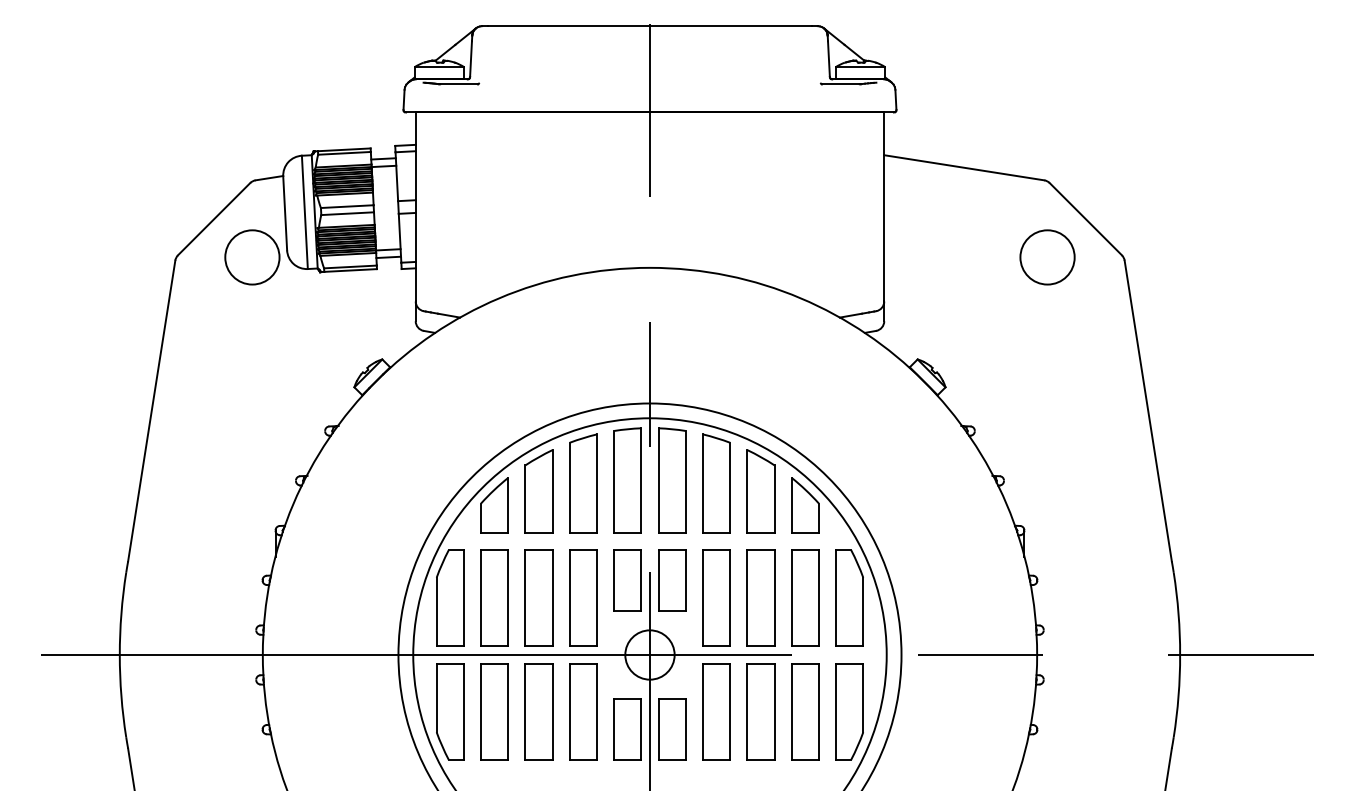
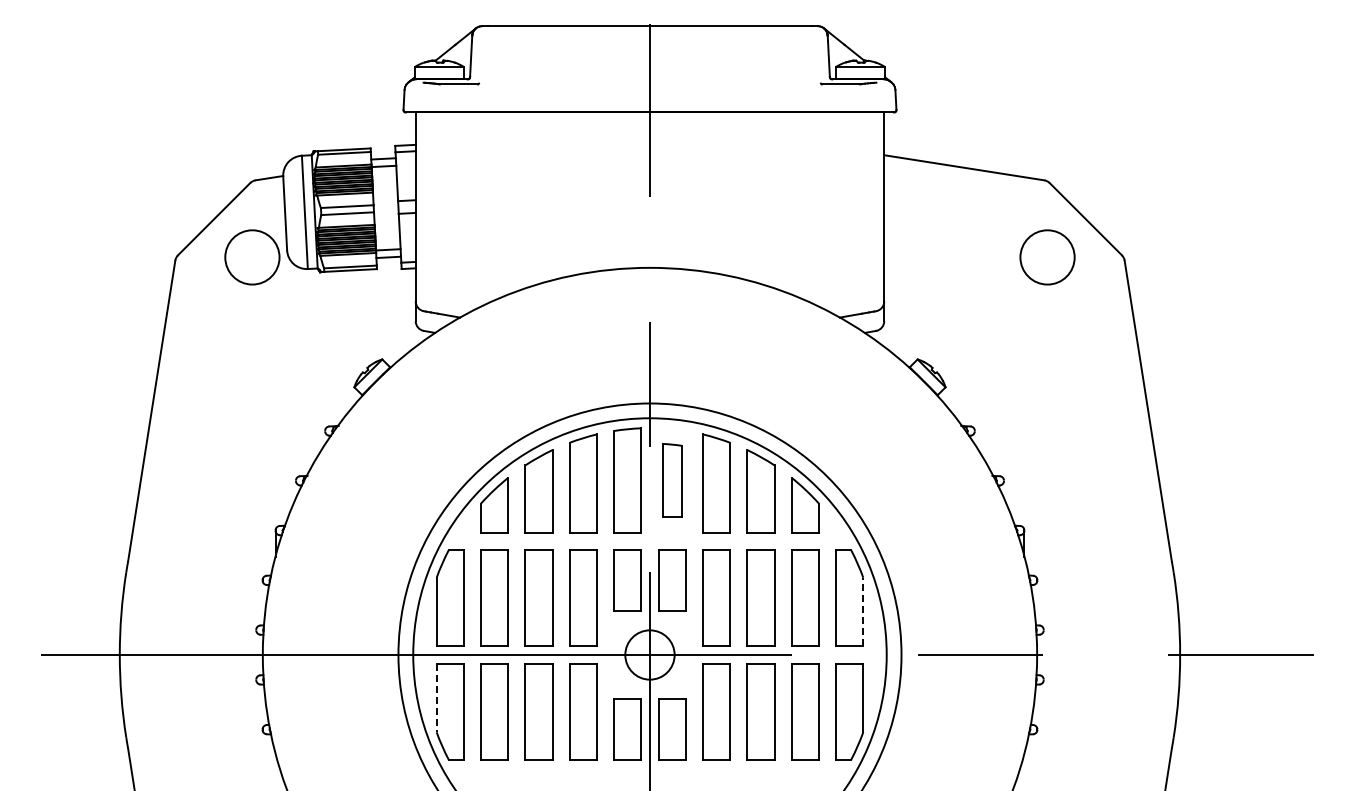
part at (672, 480) size: 29x107 px -> 21x75 px
line at (863, 611): solid -> dashed
line at (436, 698): solid -> dashed
